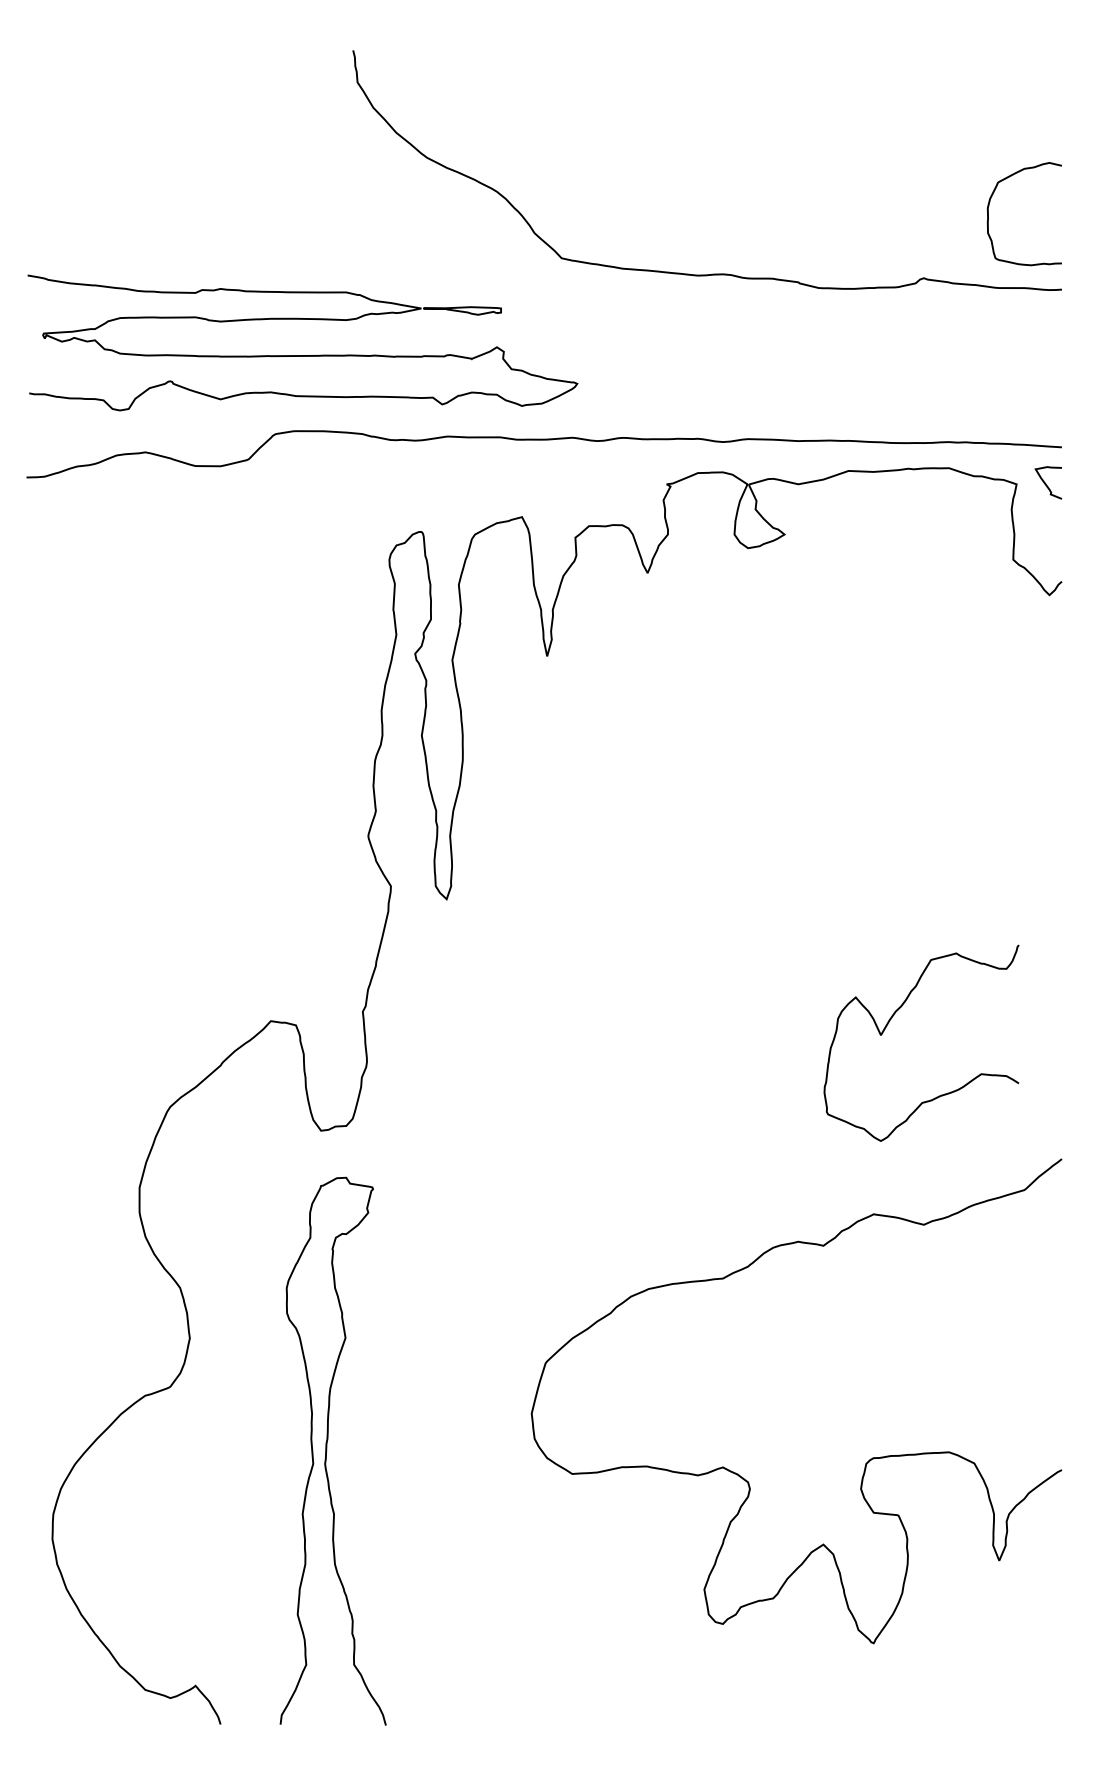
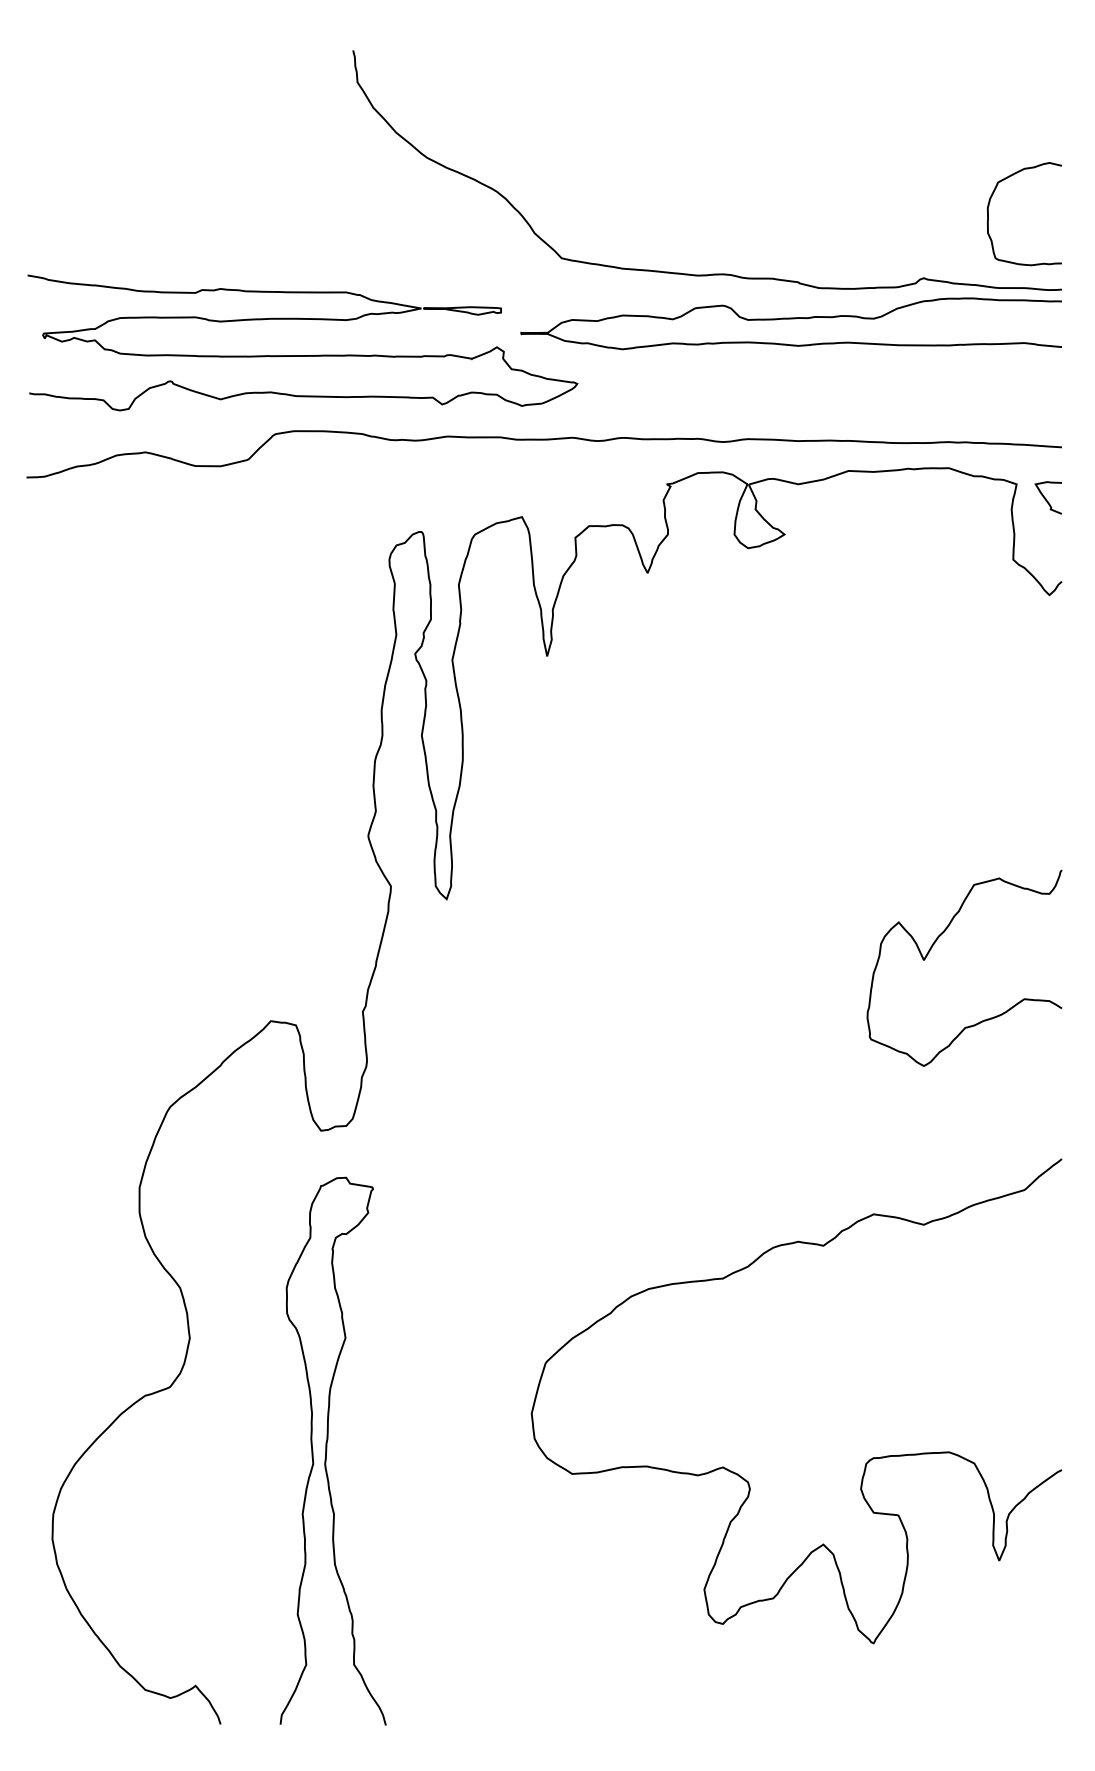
curve at (790, 319): none -> present
curve at (1046, 483) position: (1046, 483) -> (1046, 498)
curve at (887, 1026) position: (887, 1026) -> (930, 951)
